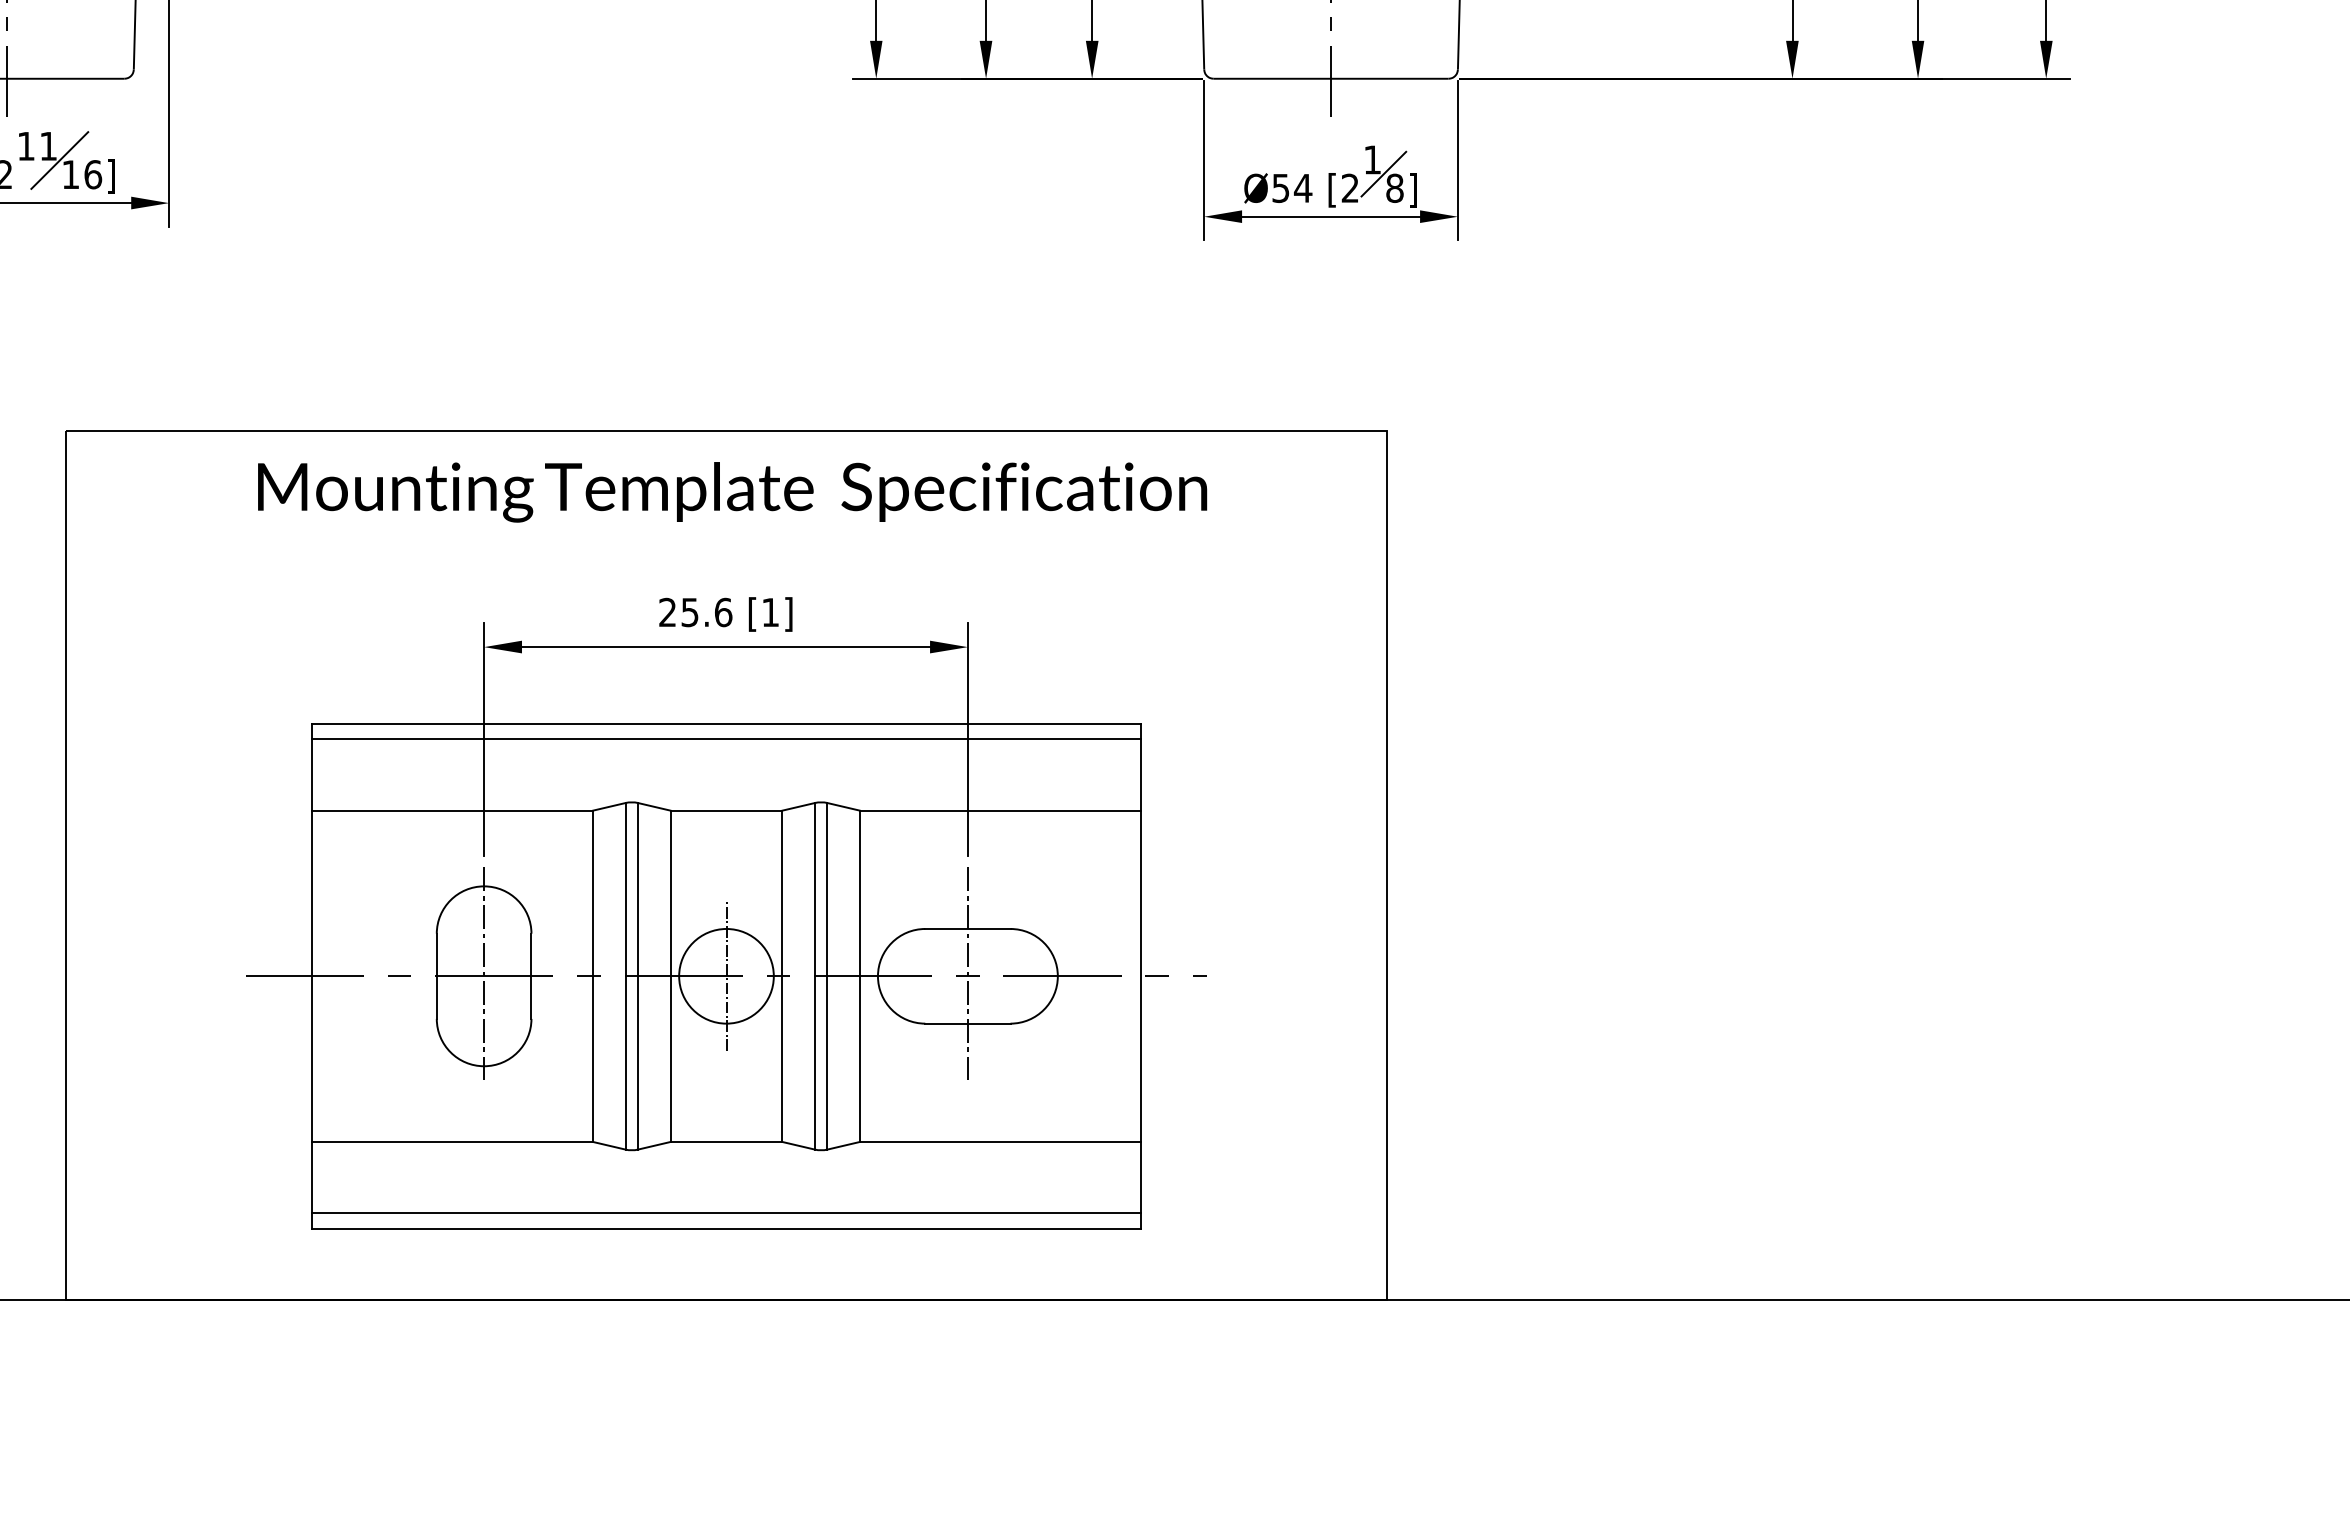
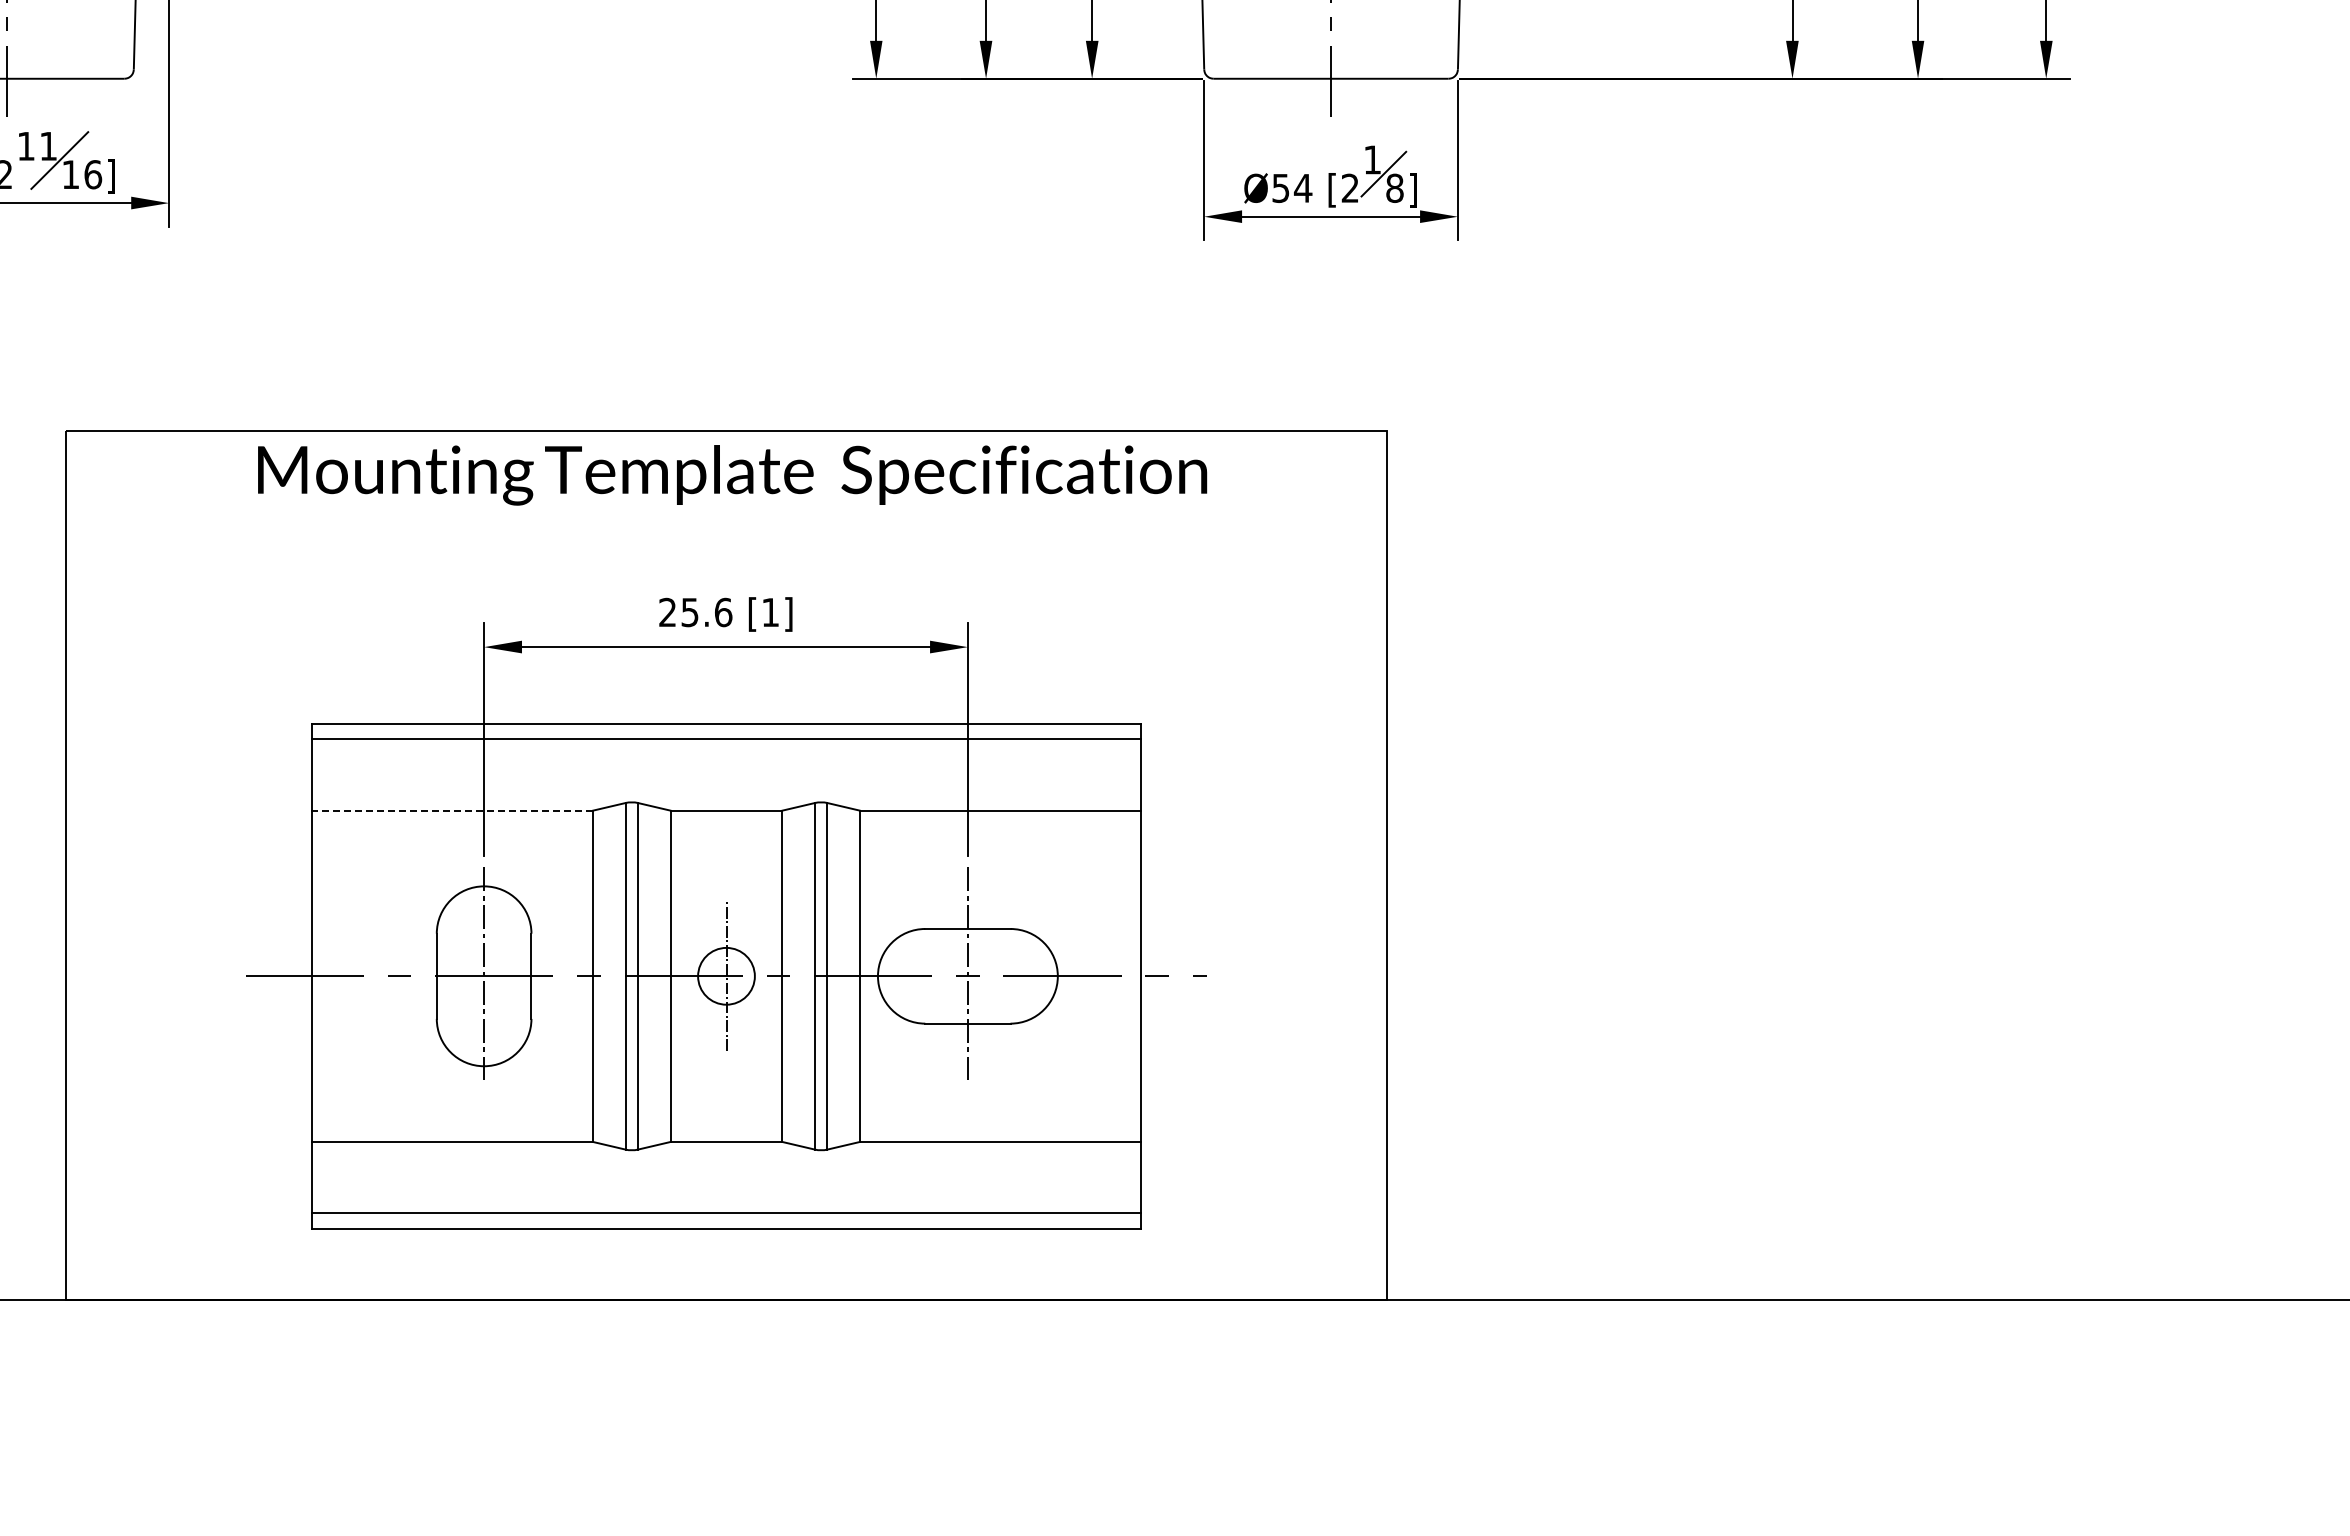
text at (732, 492) position: (732, 492) -> (732, 475)
line at (452, 810): solid -> dashed
circle at (726, 975) diameter: 95 px -> 57 px
